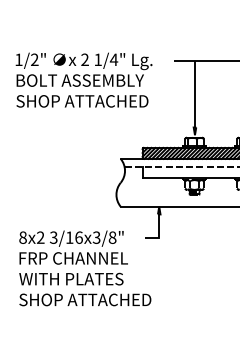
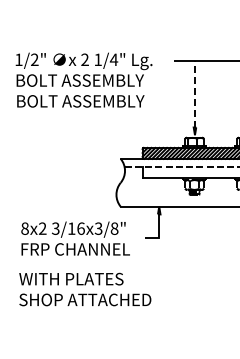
line at (194, 93): solid -> dashed
text at (82, 101): SHOP ATTACHED -> BOLT ASSEMBLY
text at (73, 247) position: (73, 247) -> (75, 238)
